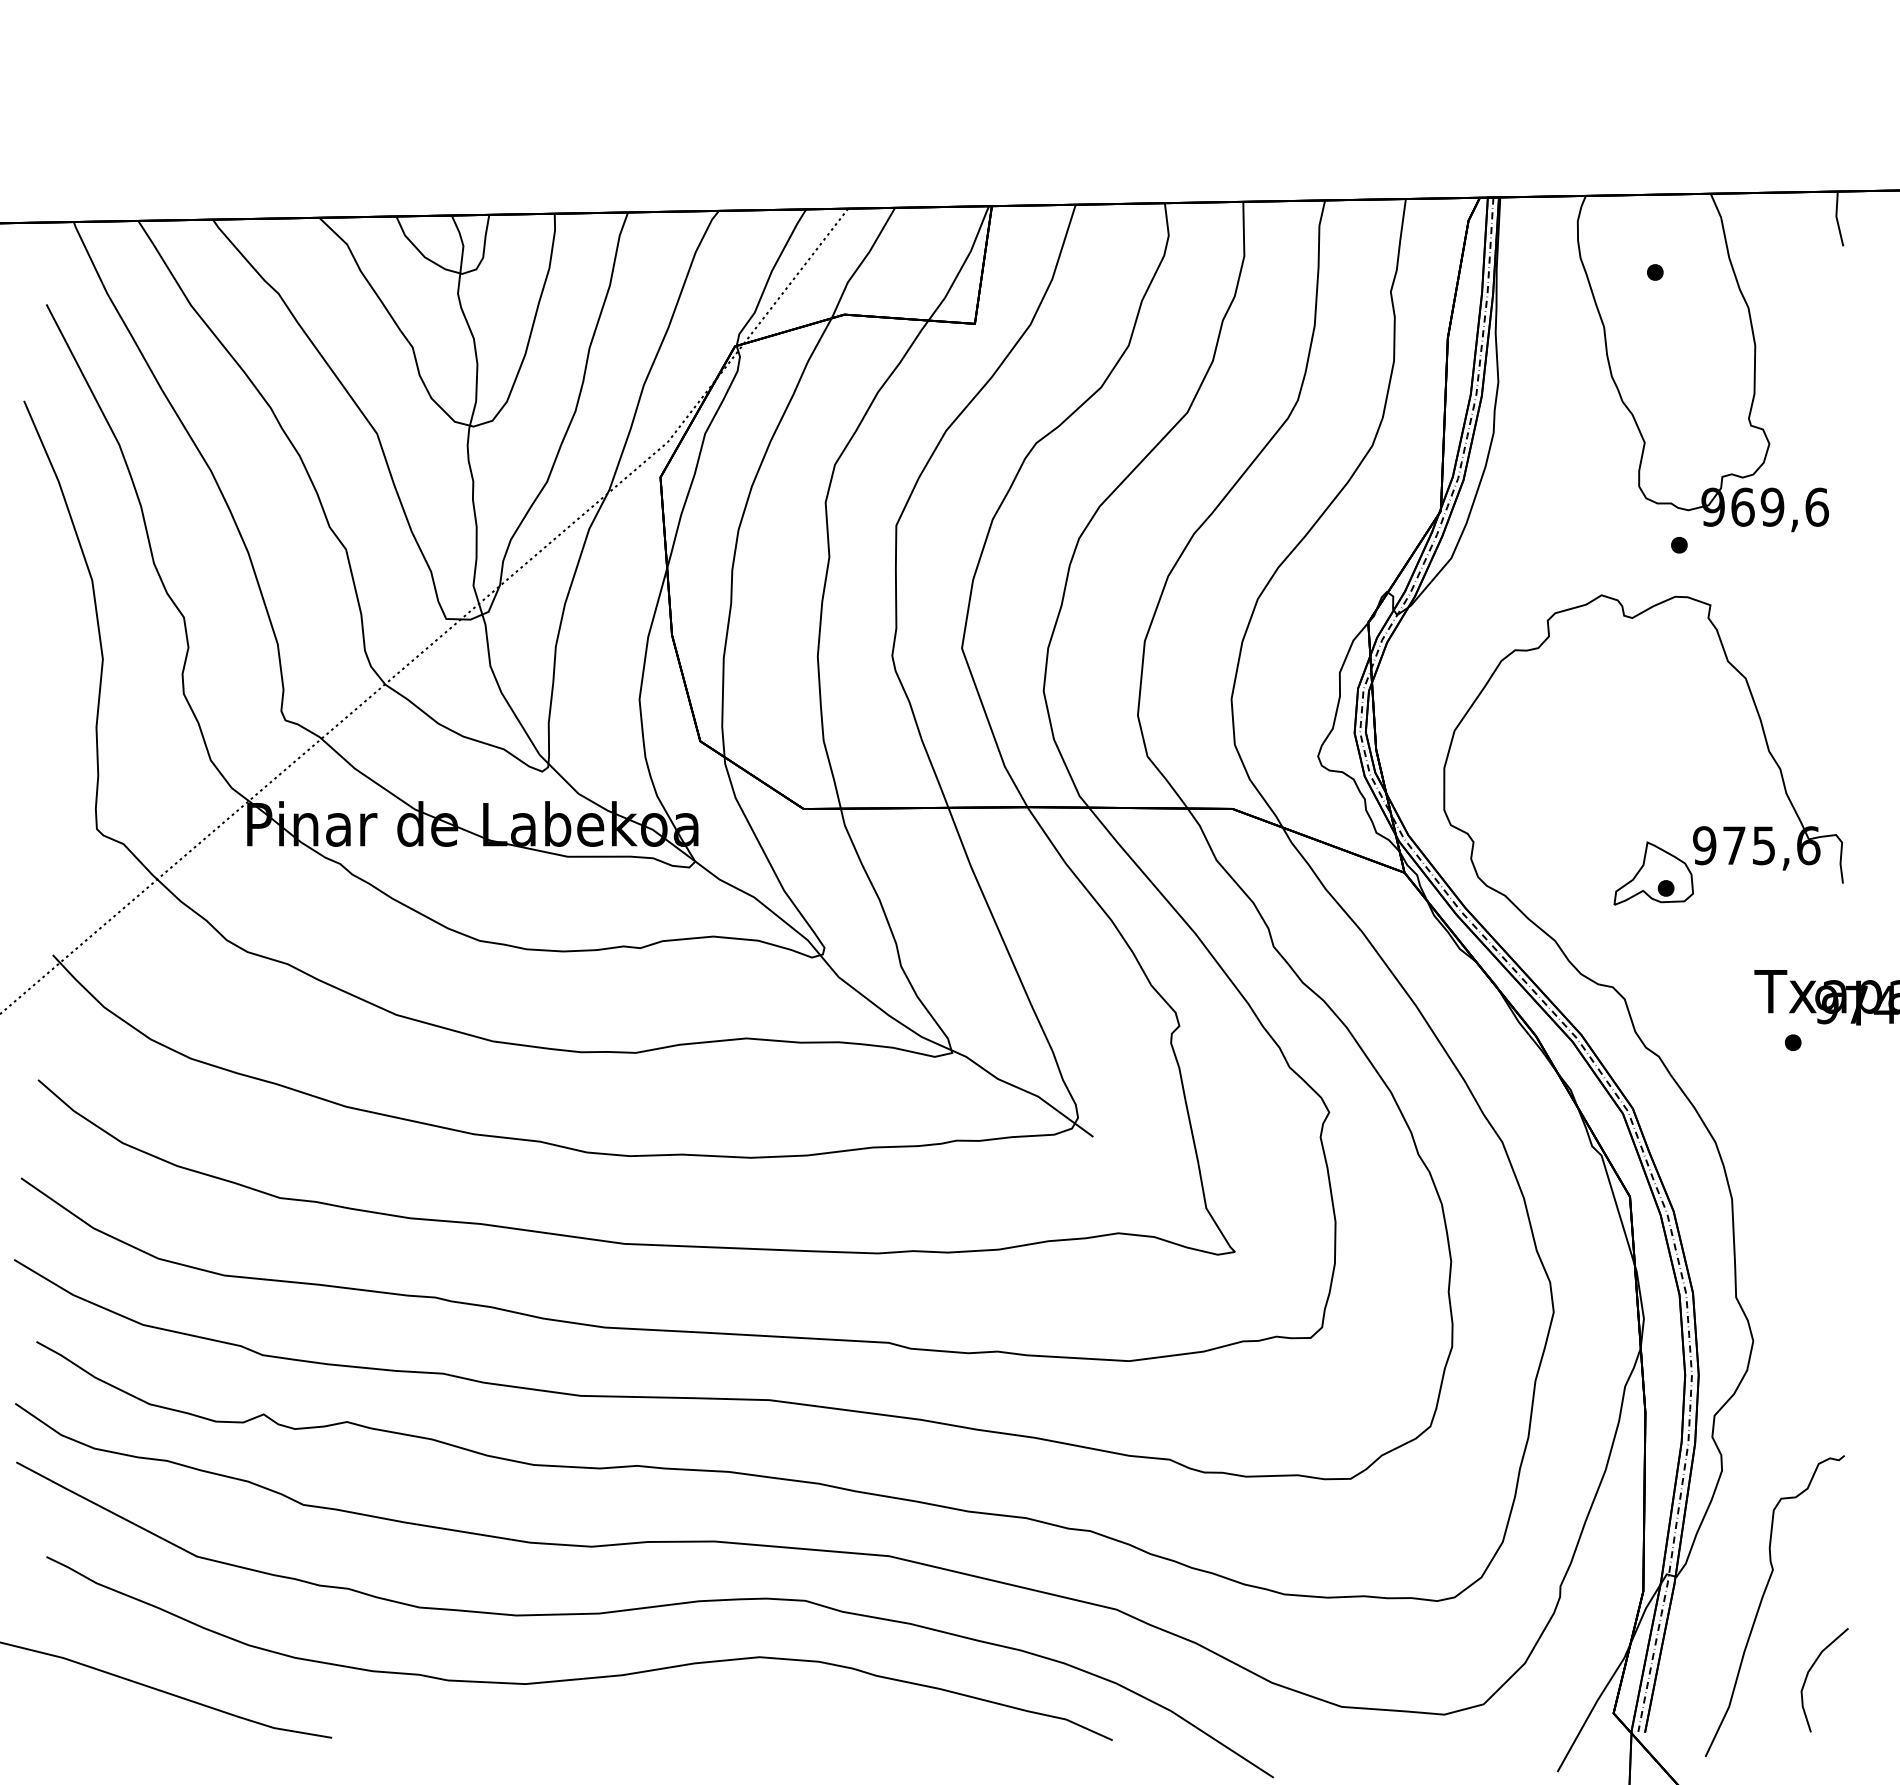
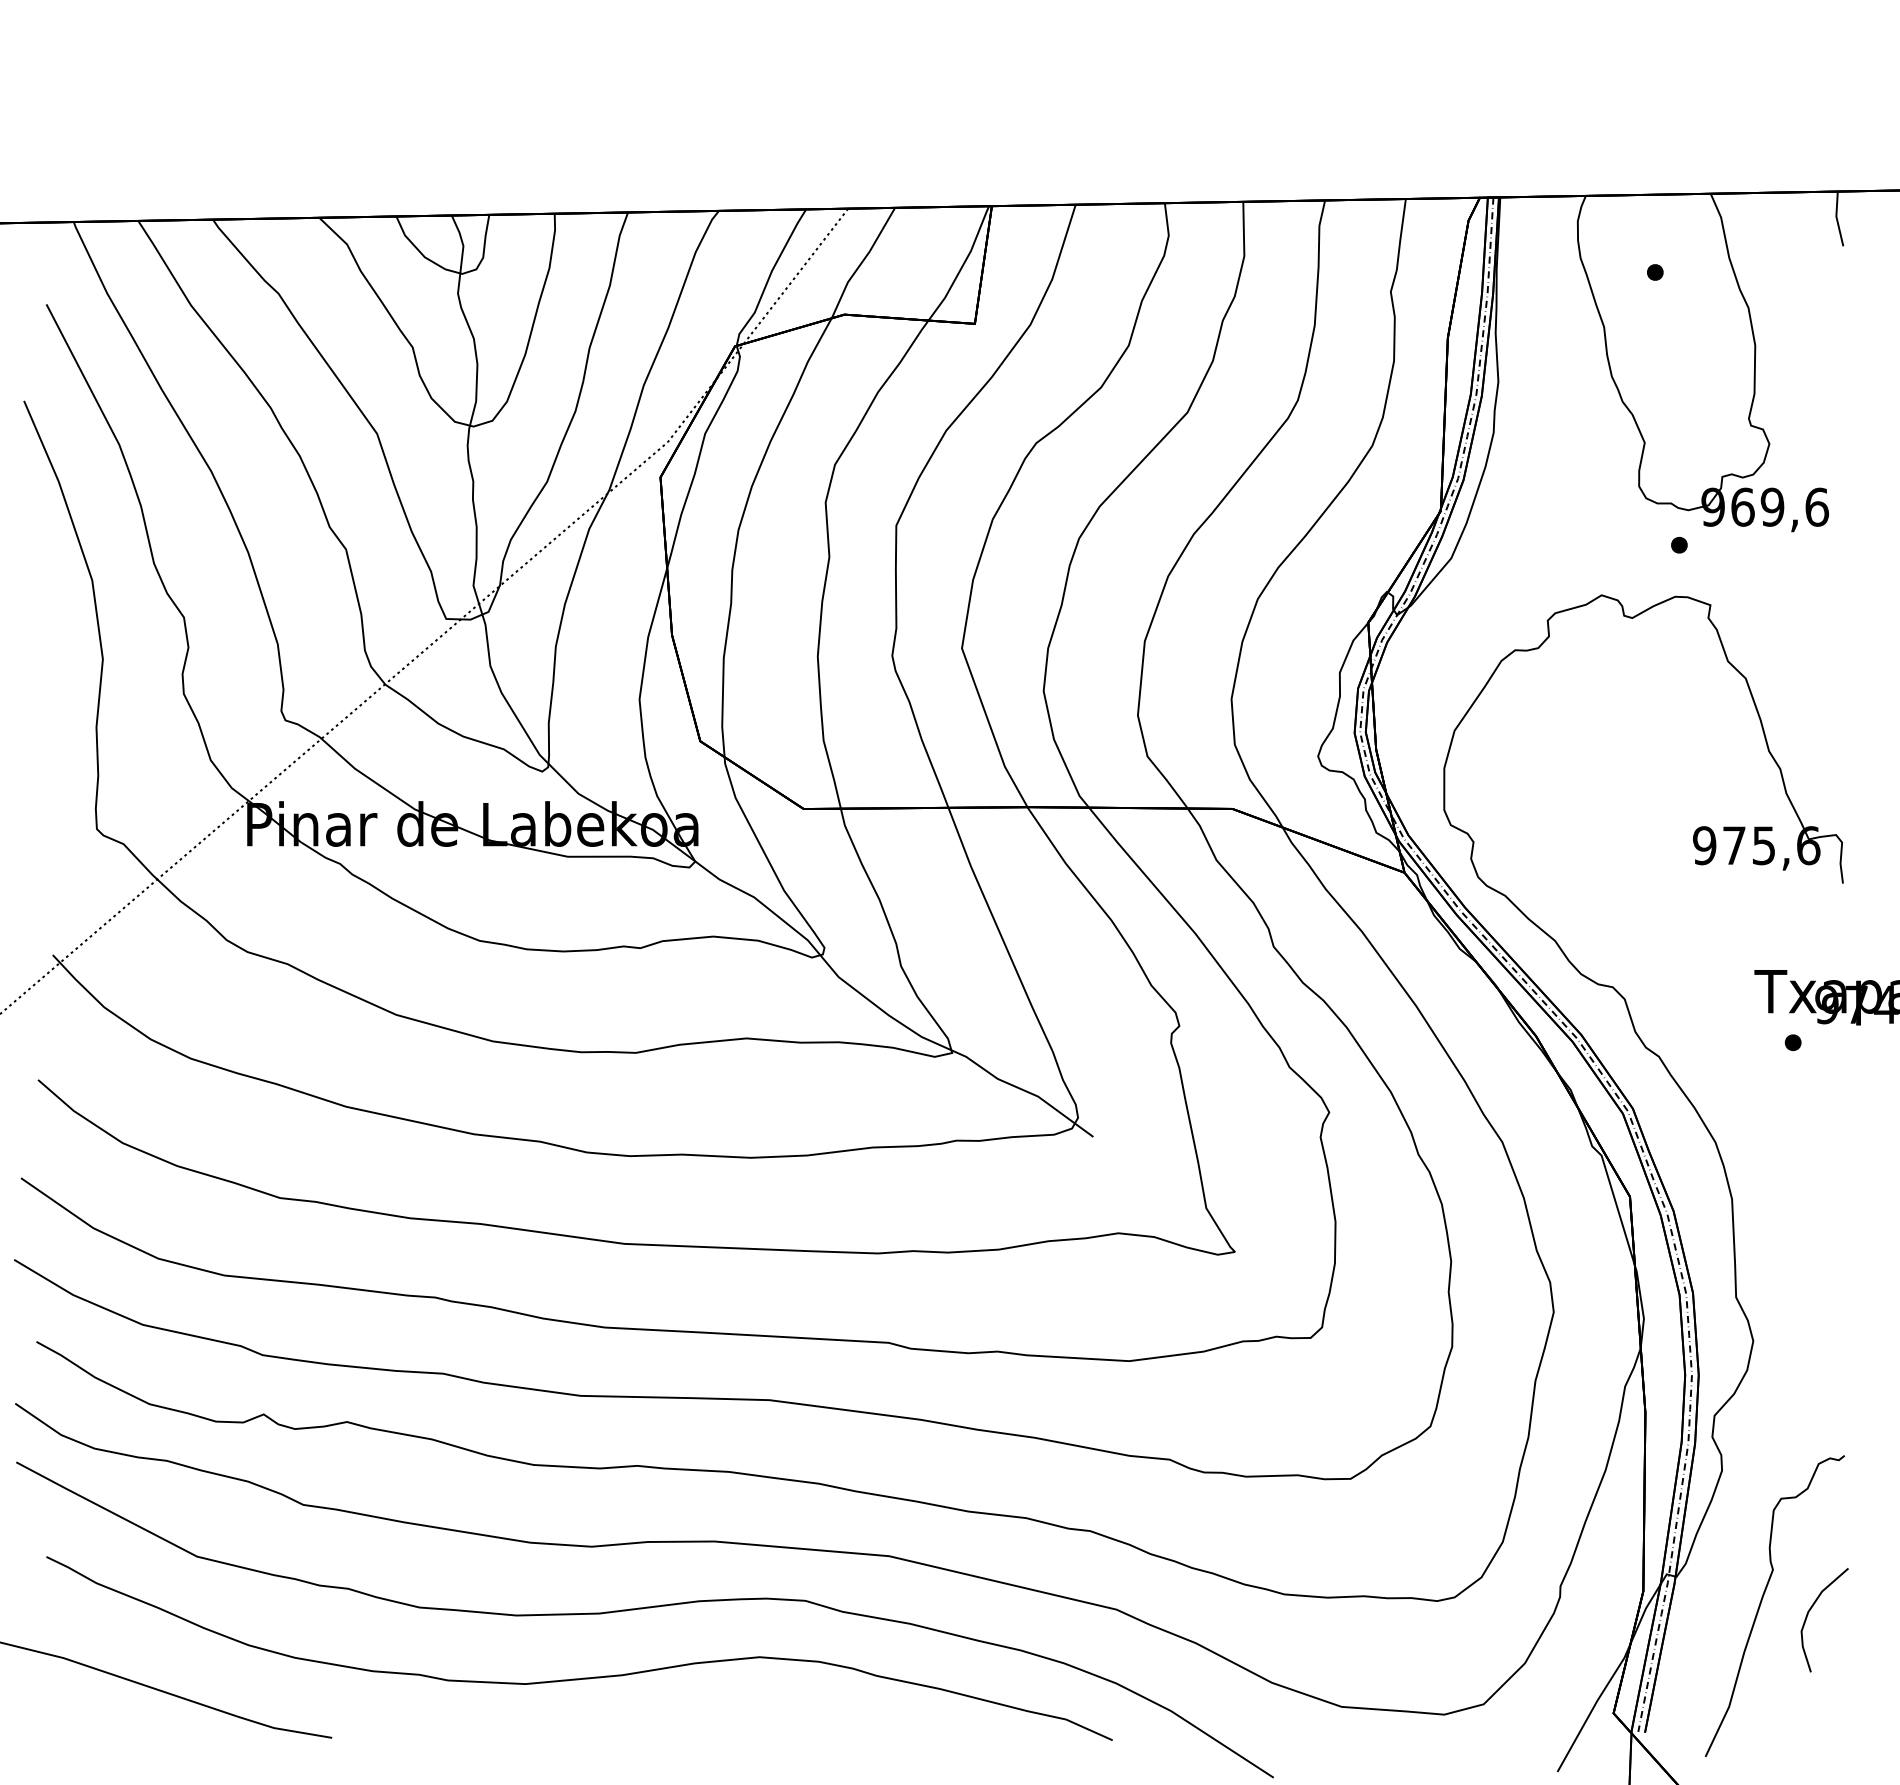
part at (1653, 873): present -> none
curve at (1809, 1672) position: (1809, 1672) -> (1809, 1612)
